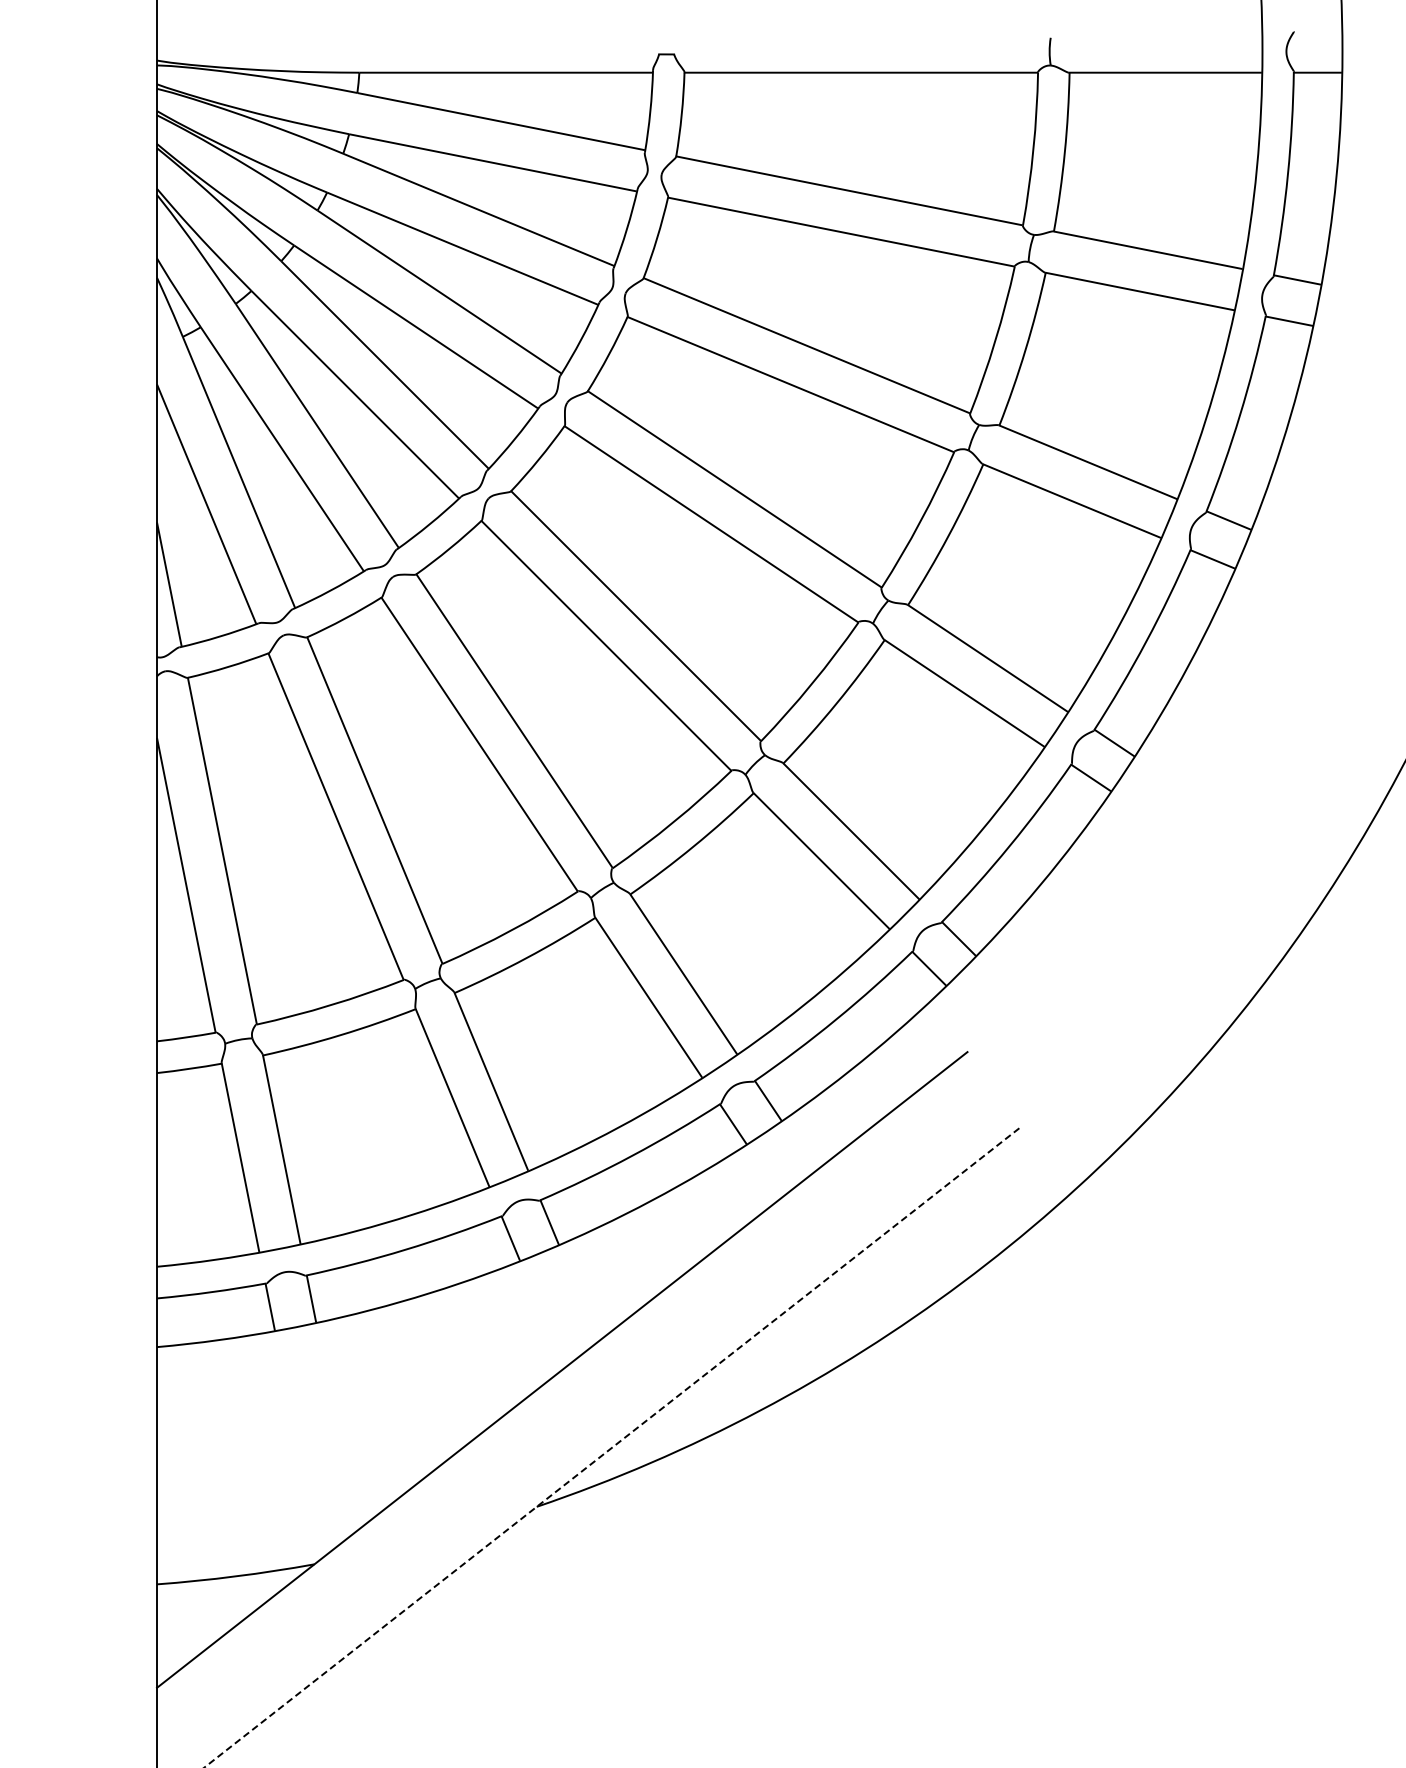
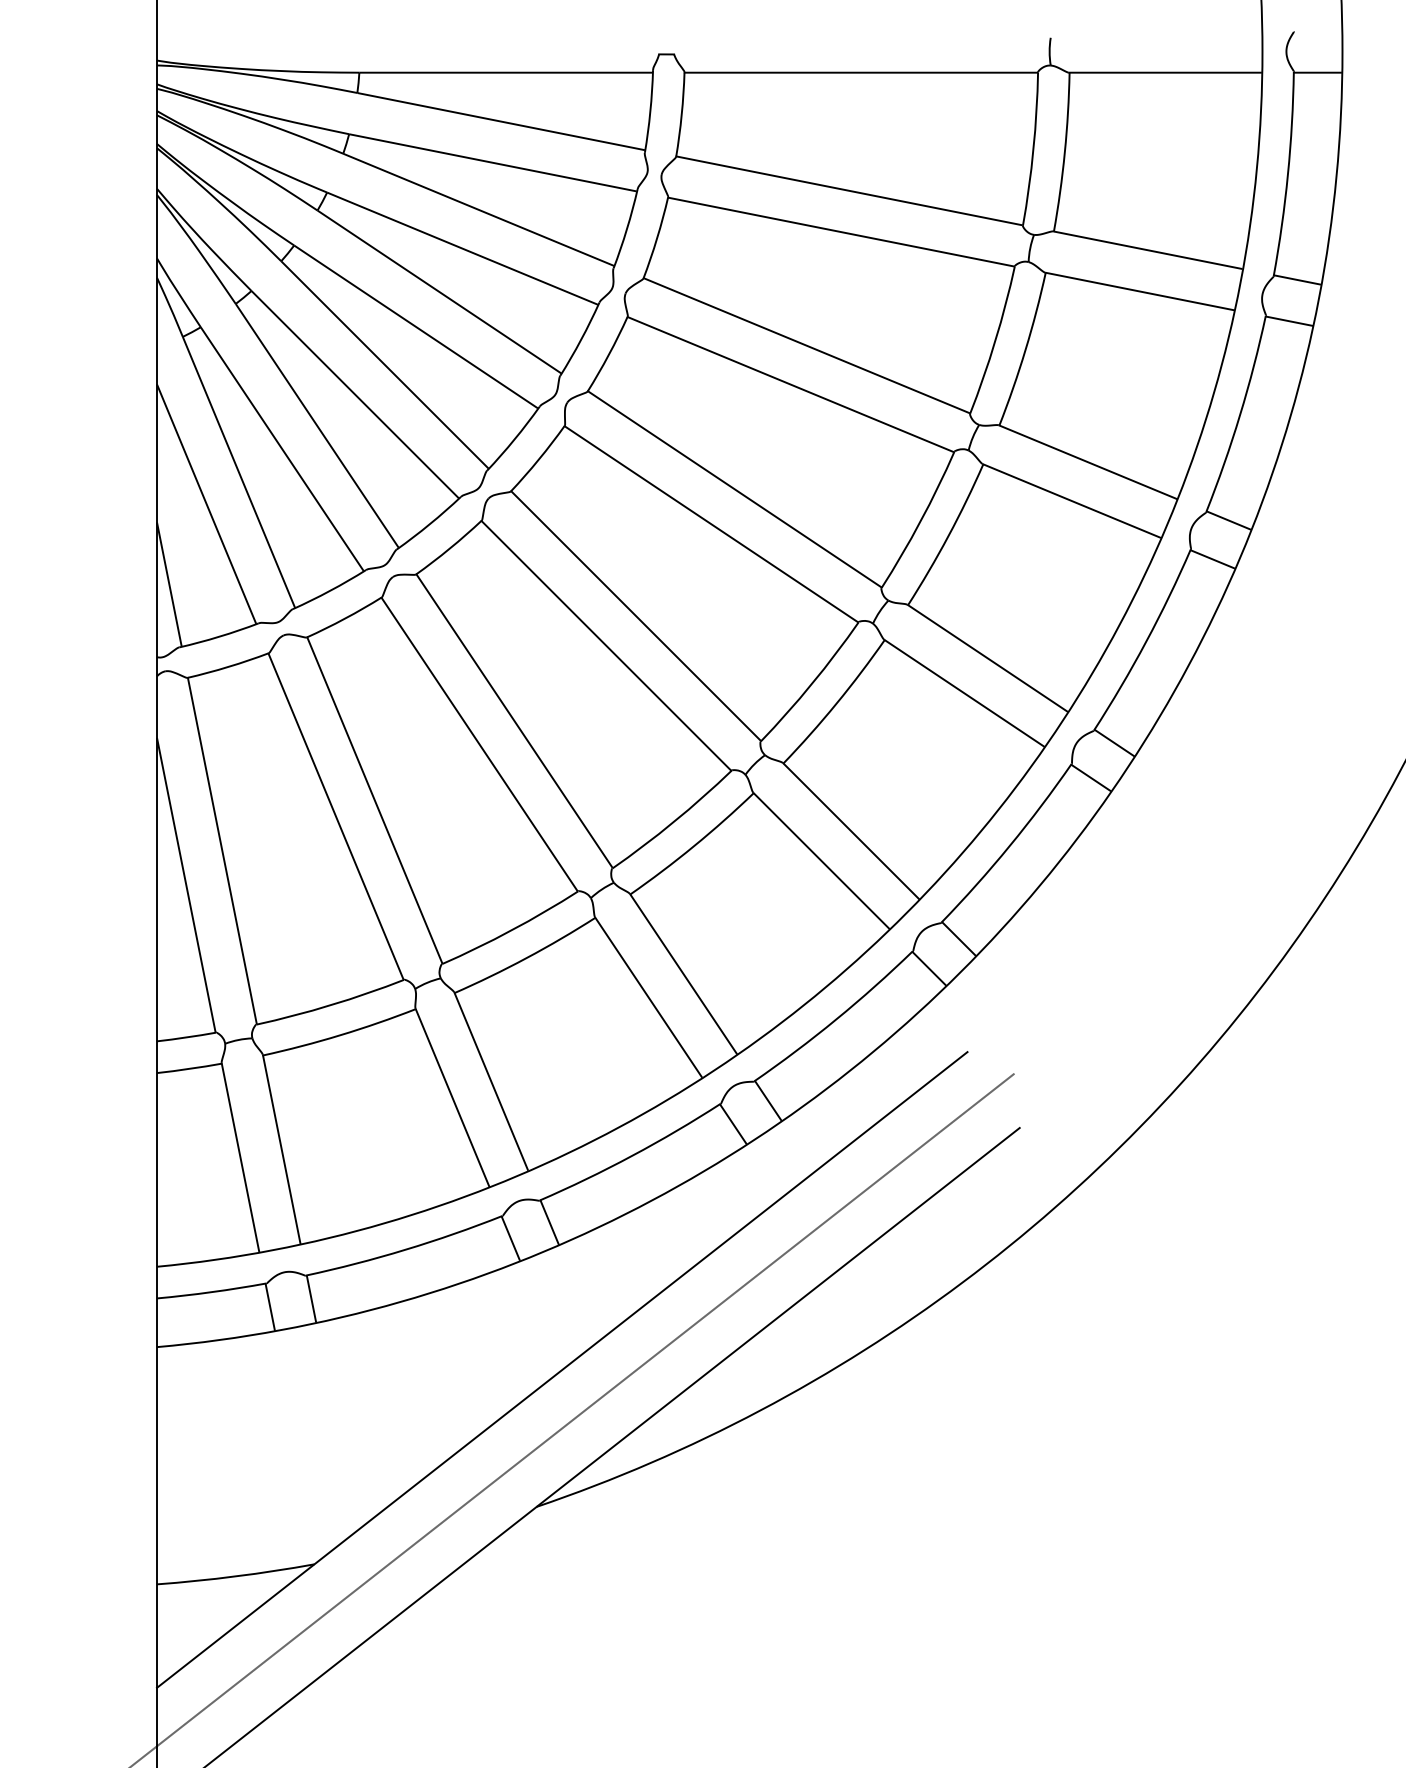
line at (573, 1418): none -> present
line at (612, 1447): dashed -> solid
